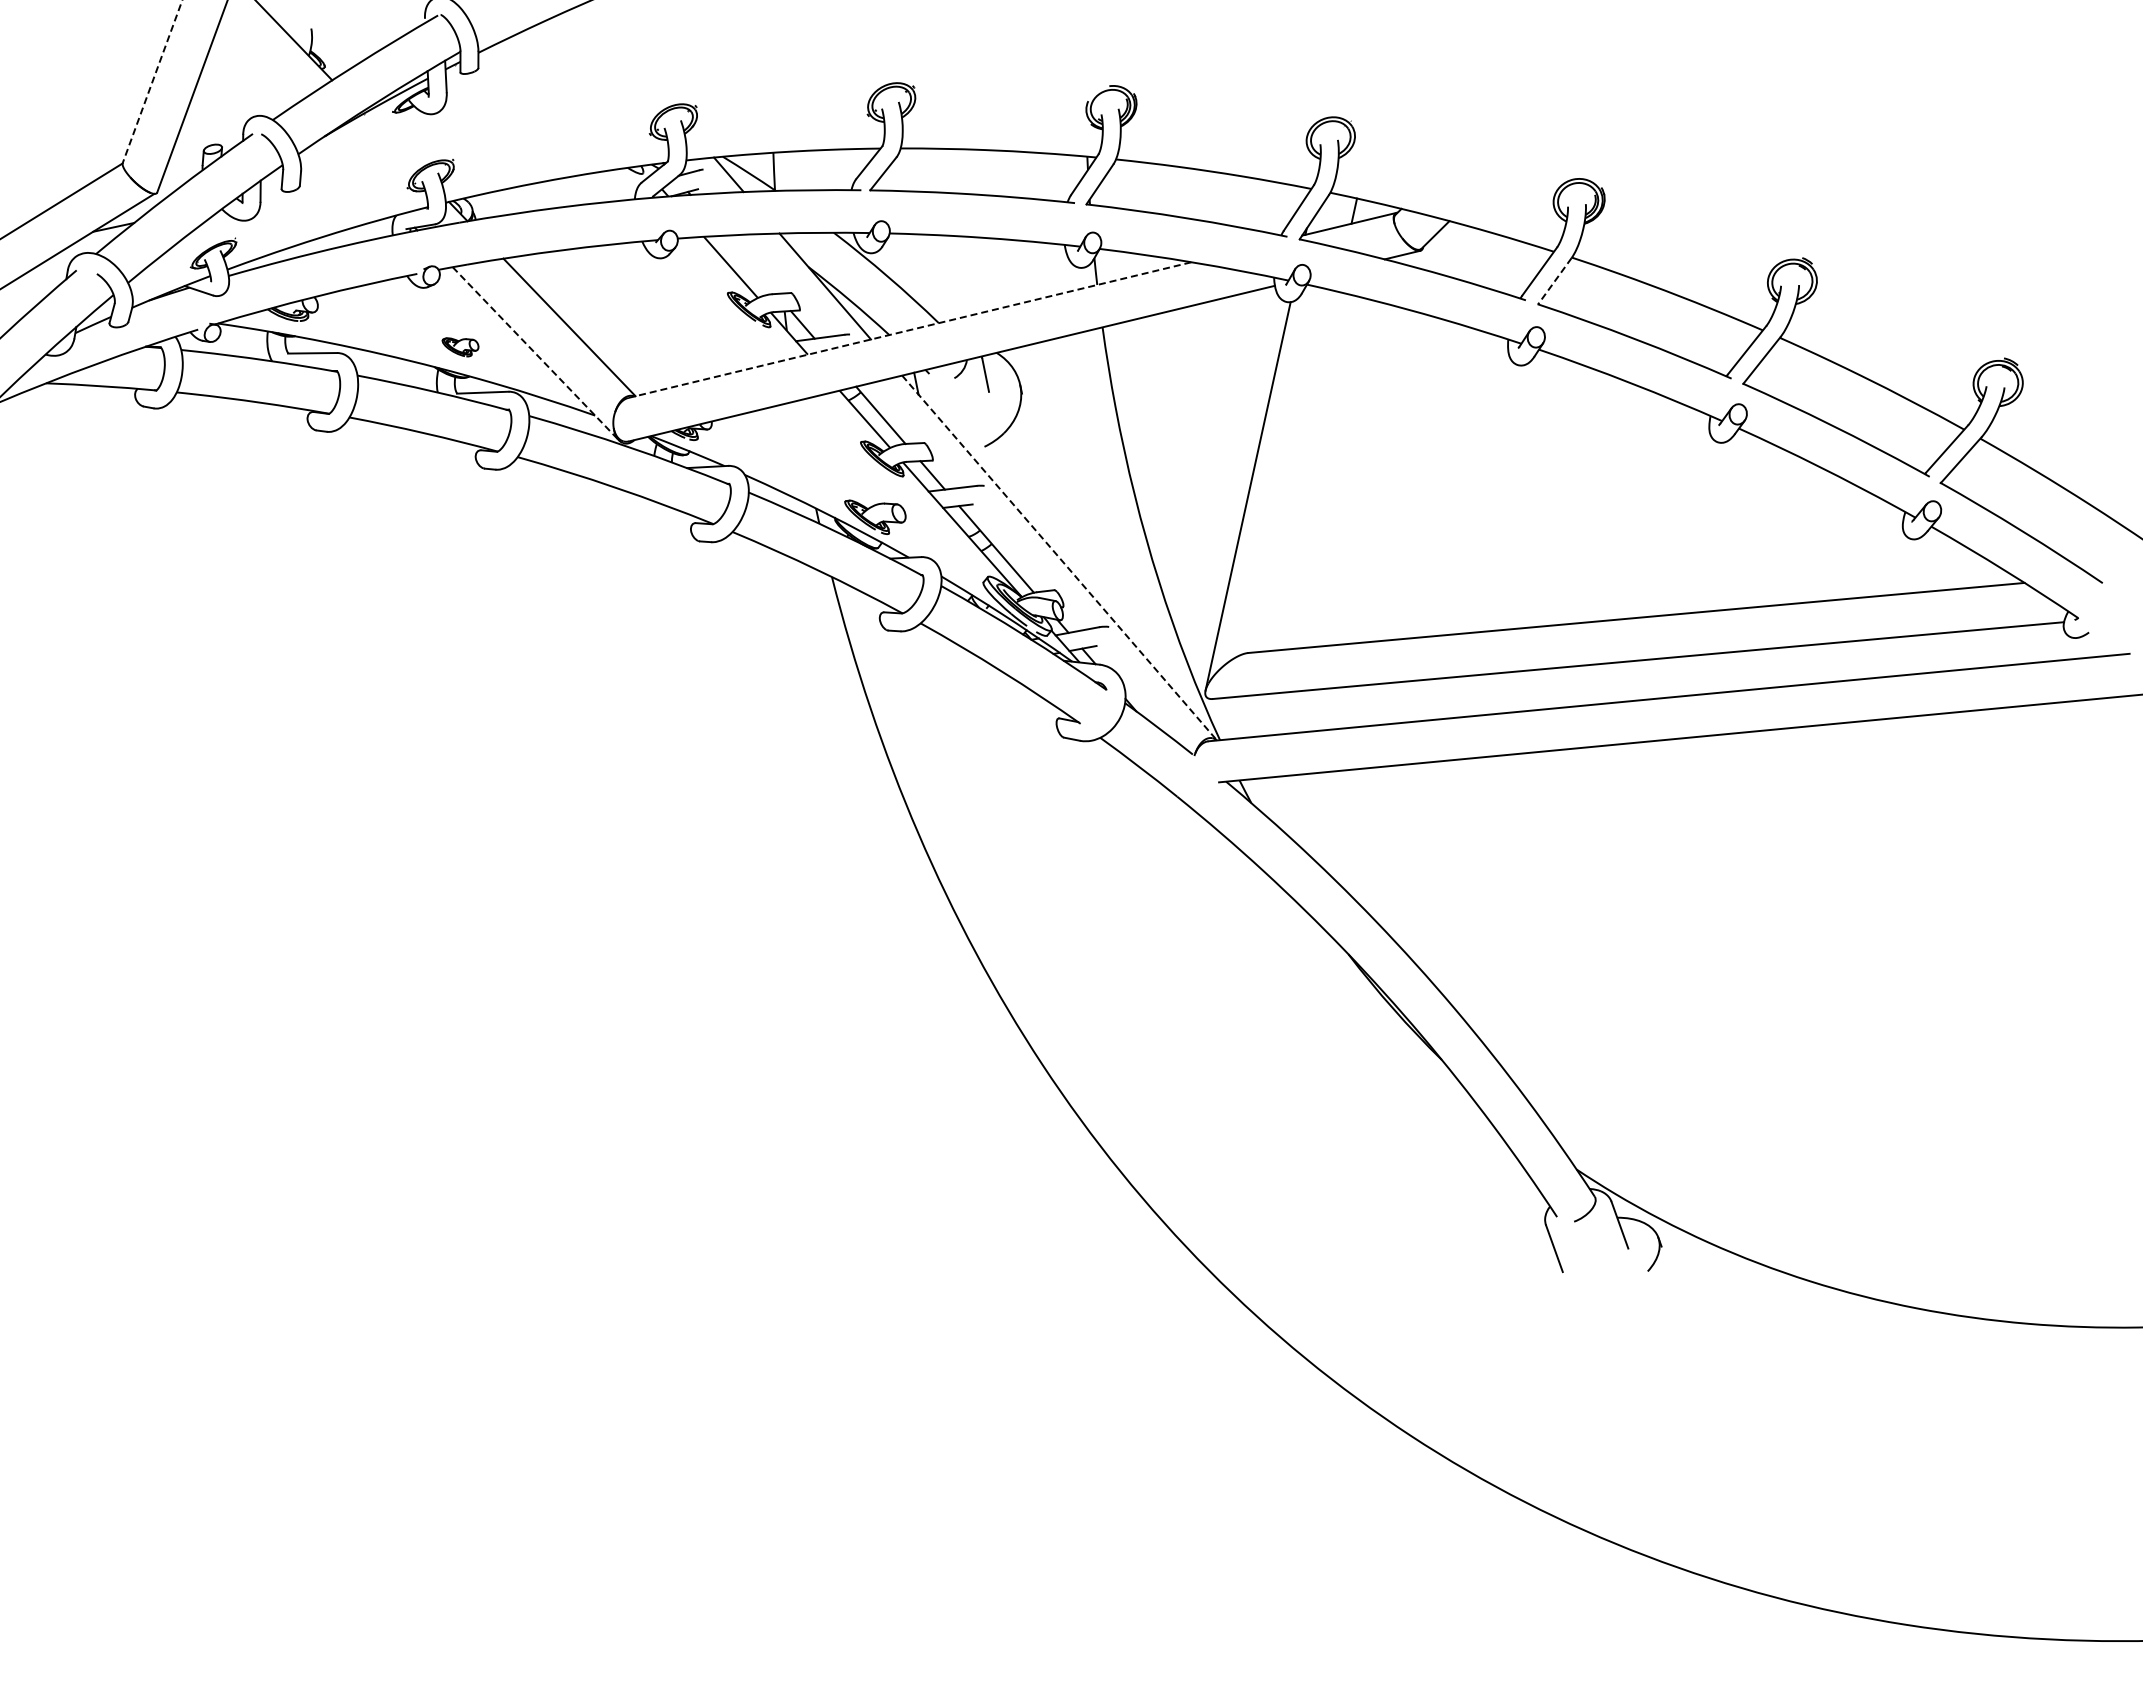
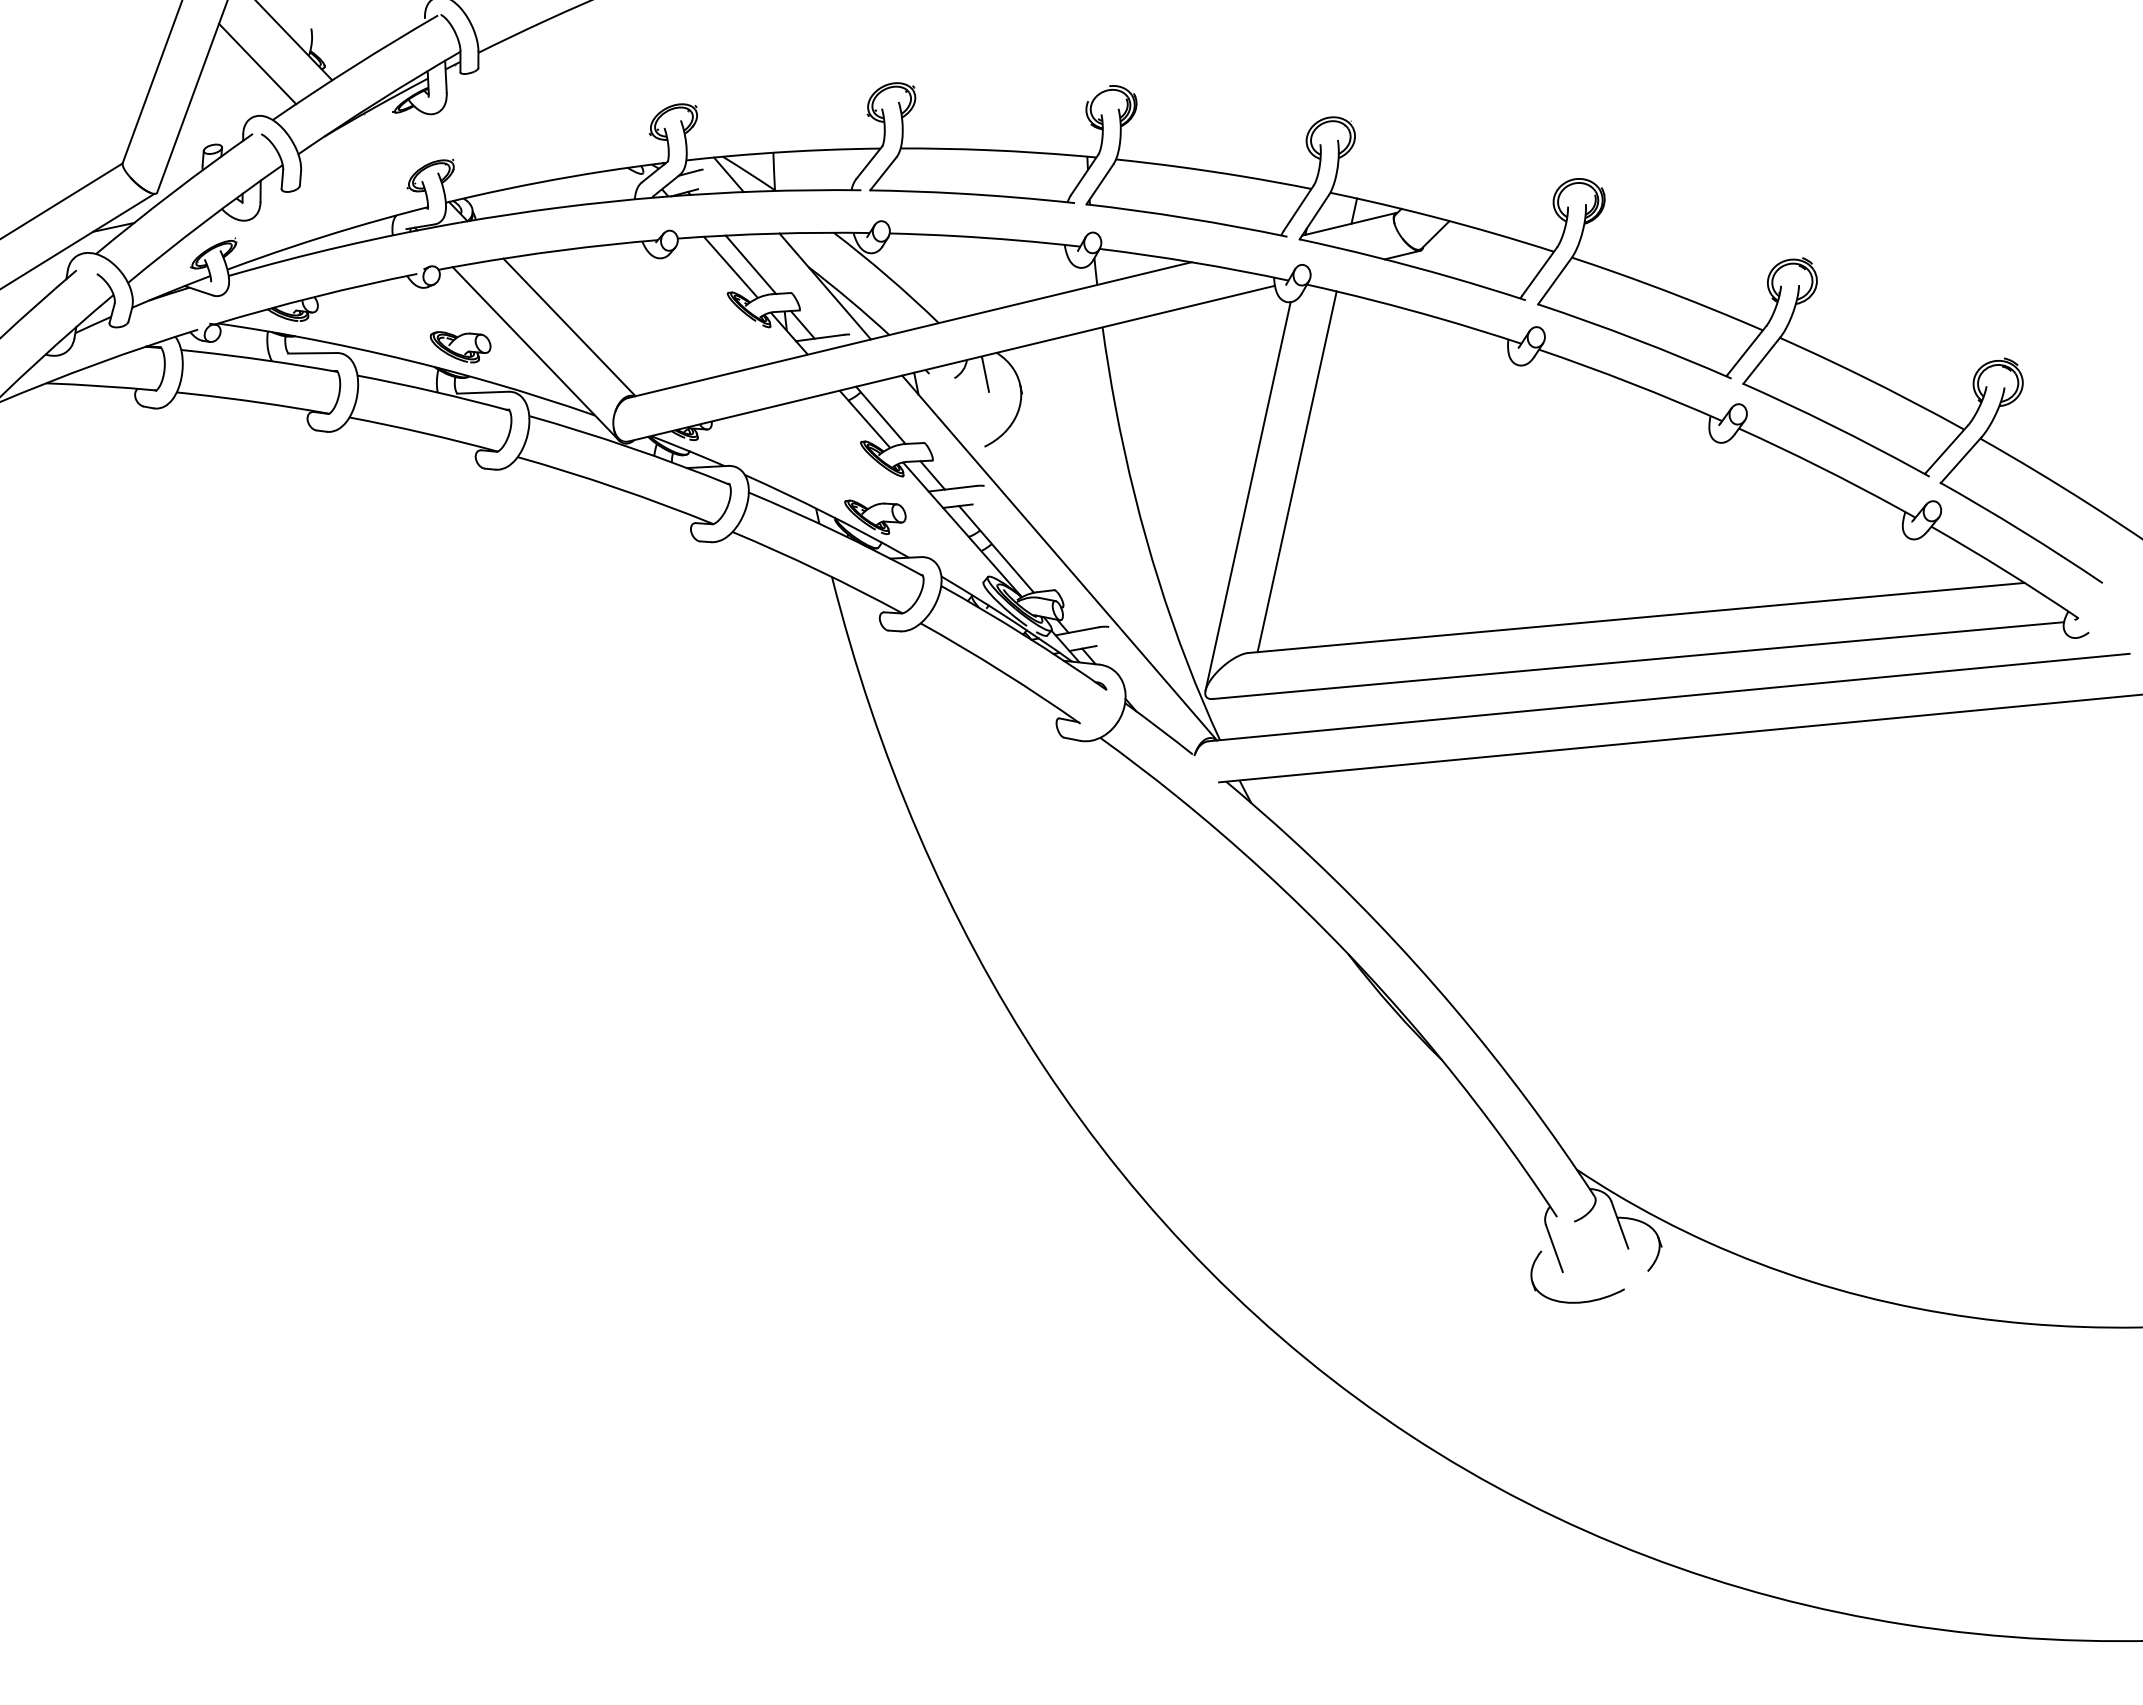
line at (257, 63): none -> present
line at (152, 82): dashed -> solid
line at (750, 264): none -> present
line at (1554, 281): dashed -> solid
line at (910, 330): dashed -> solid
part at (460, 347) size: 39x21 px -> 63x33 px
line at (535, 353): dashed -> solid
line at (1296, 471): none -> present
line at (1059, 558): dashed -> solid
part at (1577, 1301): none -> present
